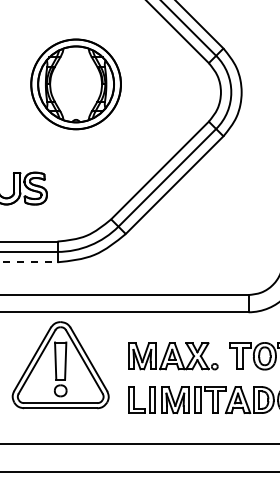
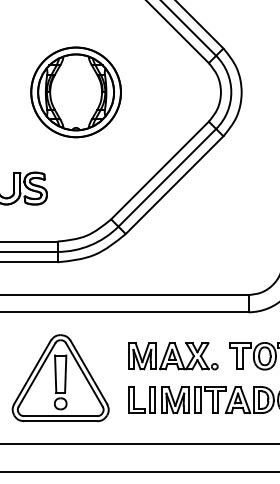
part at (75, 84) position: (75, 84) -> (75, 92)
line at (29, 262): dashed -> solid
part at (60, 365) position: (60, 365) -> (60, 378)
